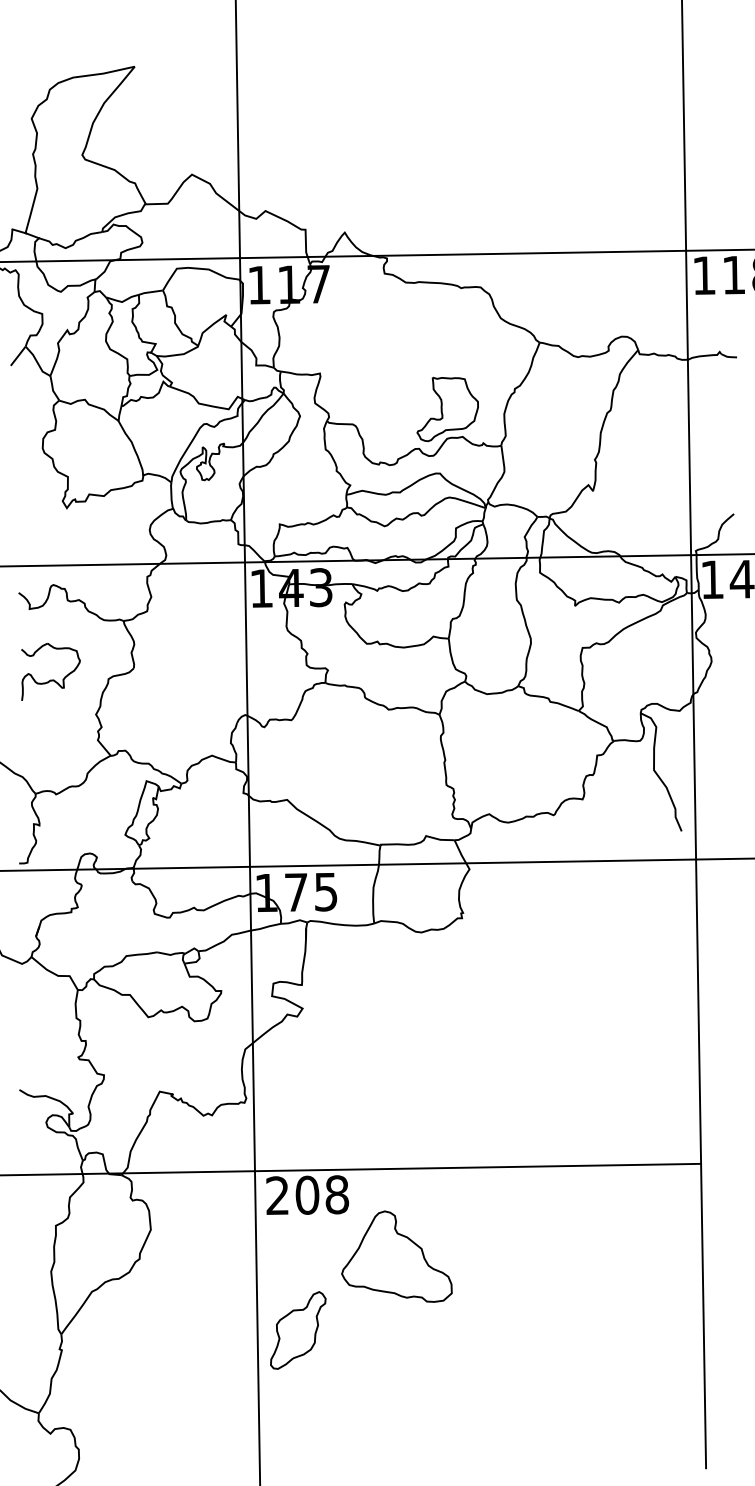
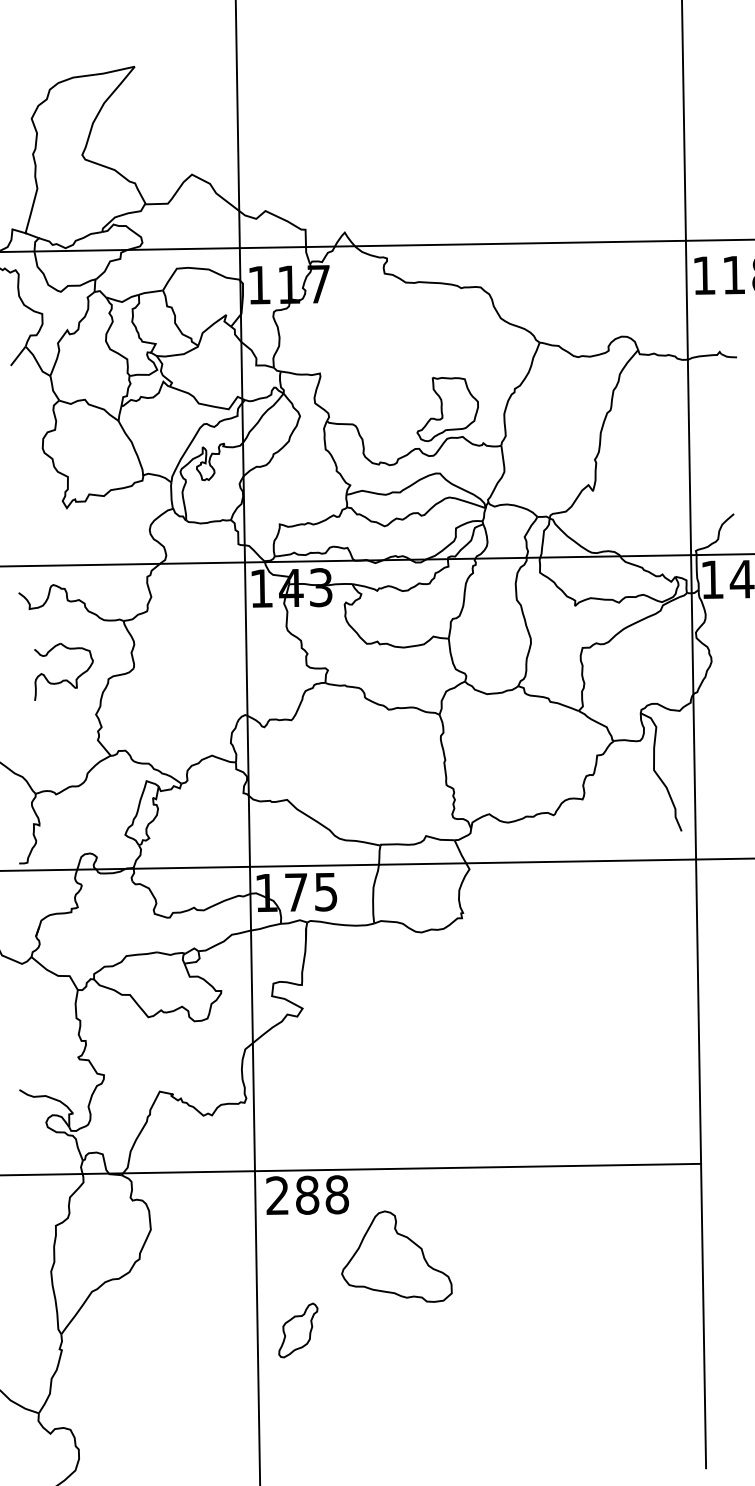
line at (376, 255) position: (376, 255) -> (376, 245)
part at (50, 679) position: (50, 679) -> (63, 679)
text at (307, 1194): 208 -> 288
part at (298, 1330) size: 57x79 px -> 41x57 px
